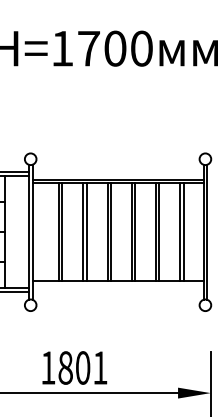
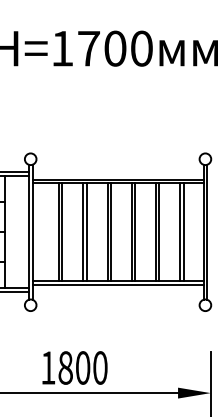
line at (117, 284): none -> present
text at (100, 367): 1801 -> 1800
